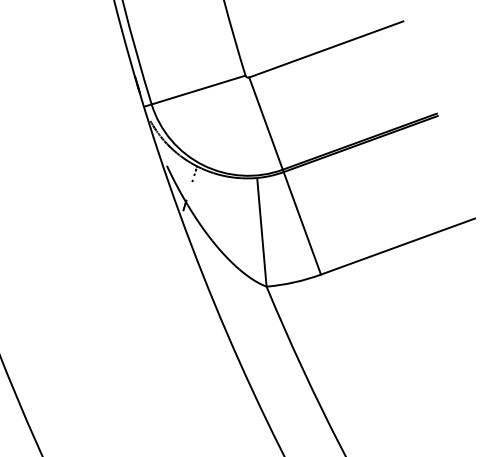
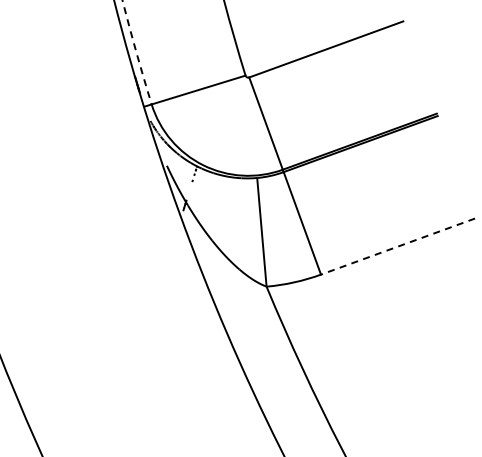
arc at (136, 53): solid -> dashed
line at (398, 246): solid -> dashed
